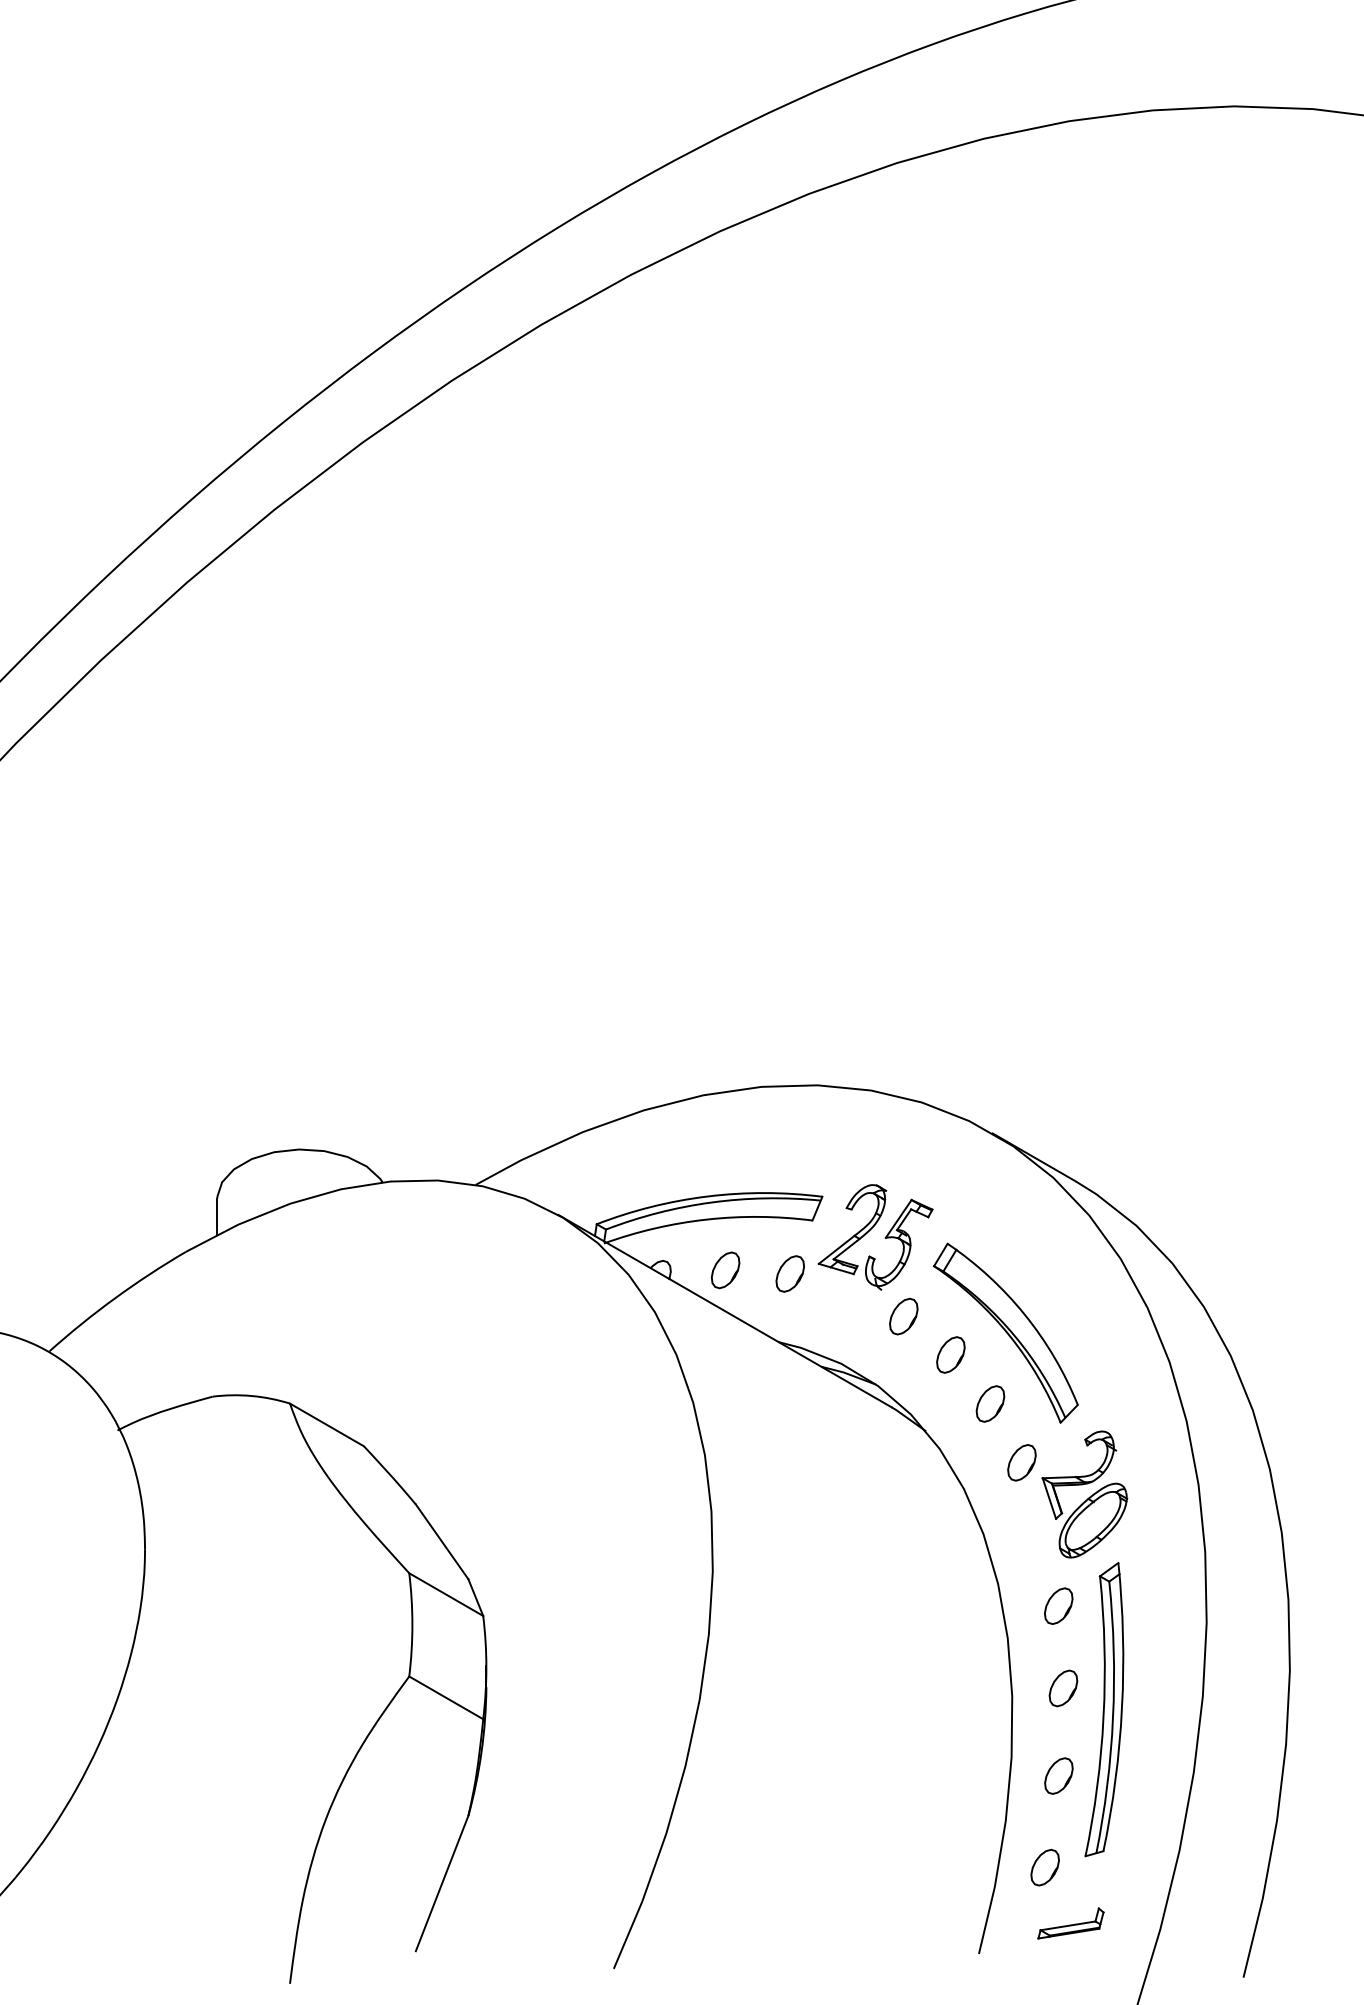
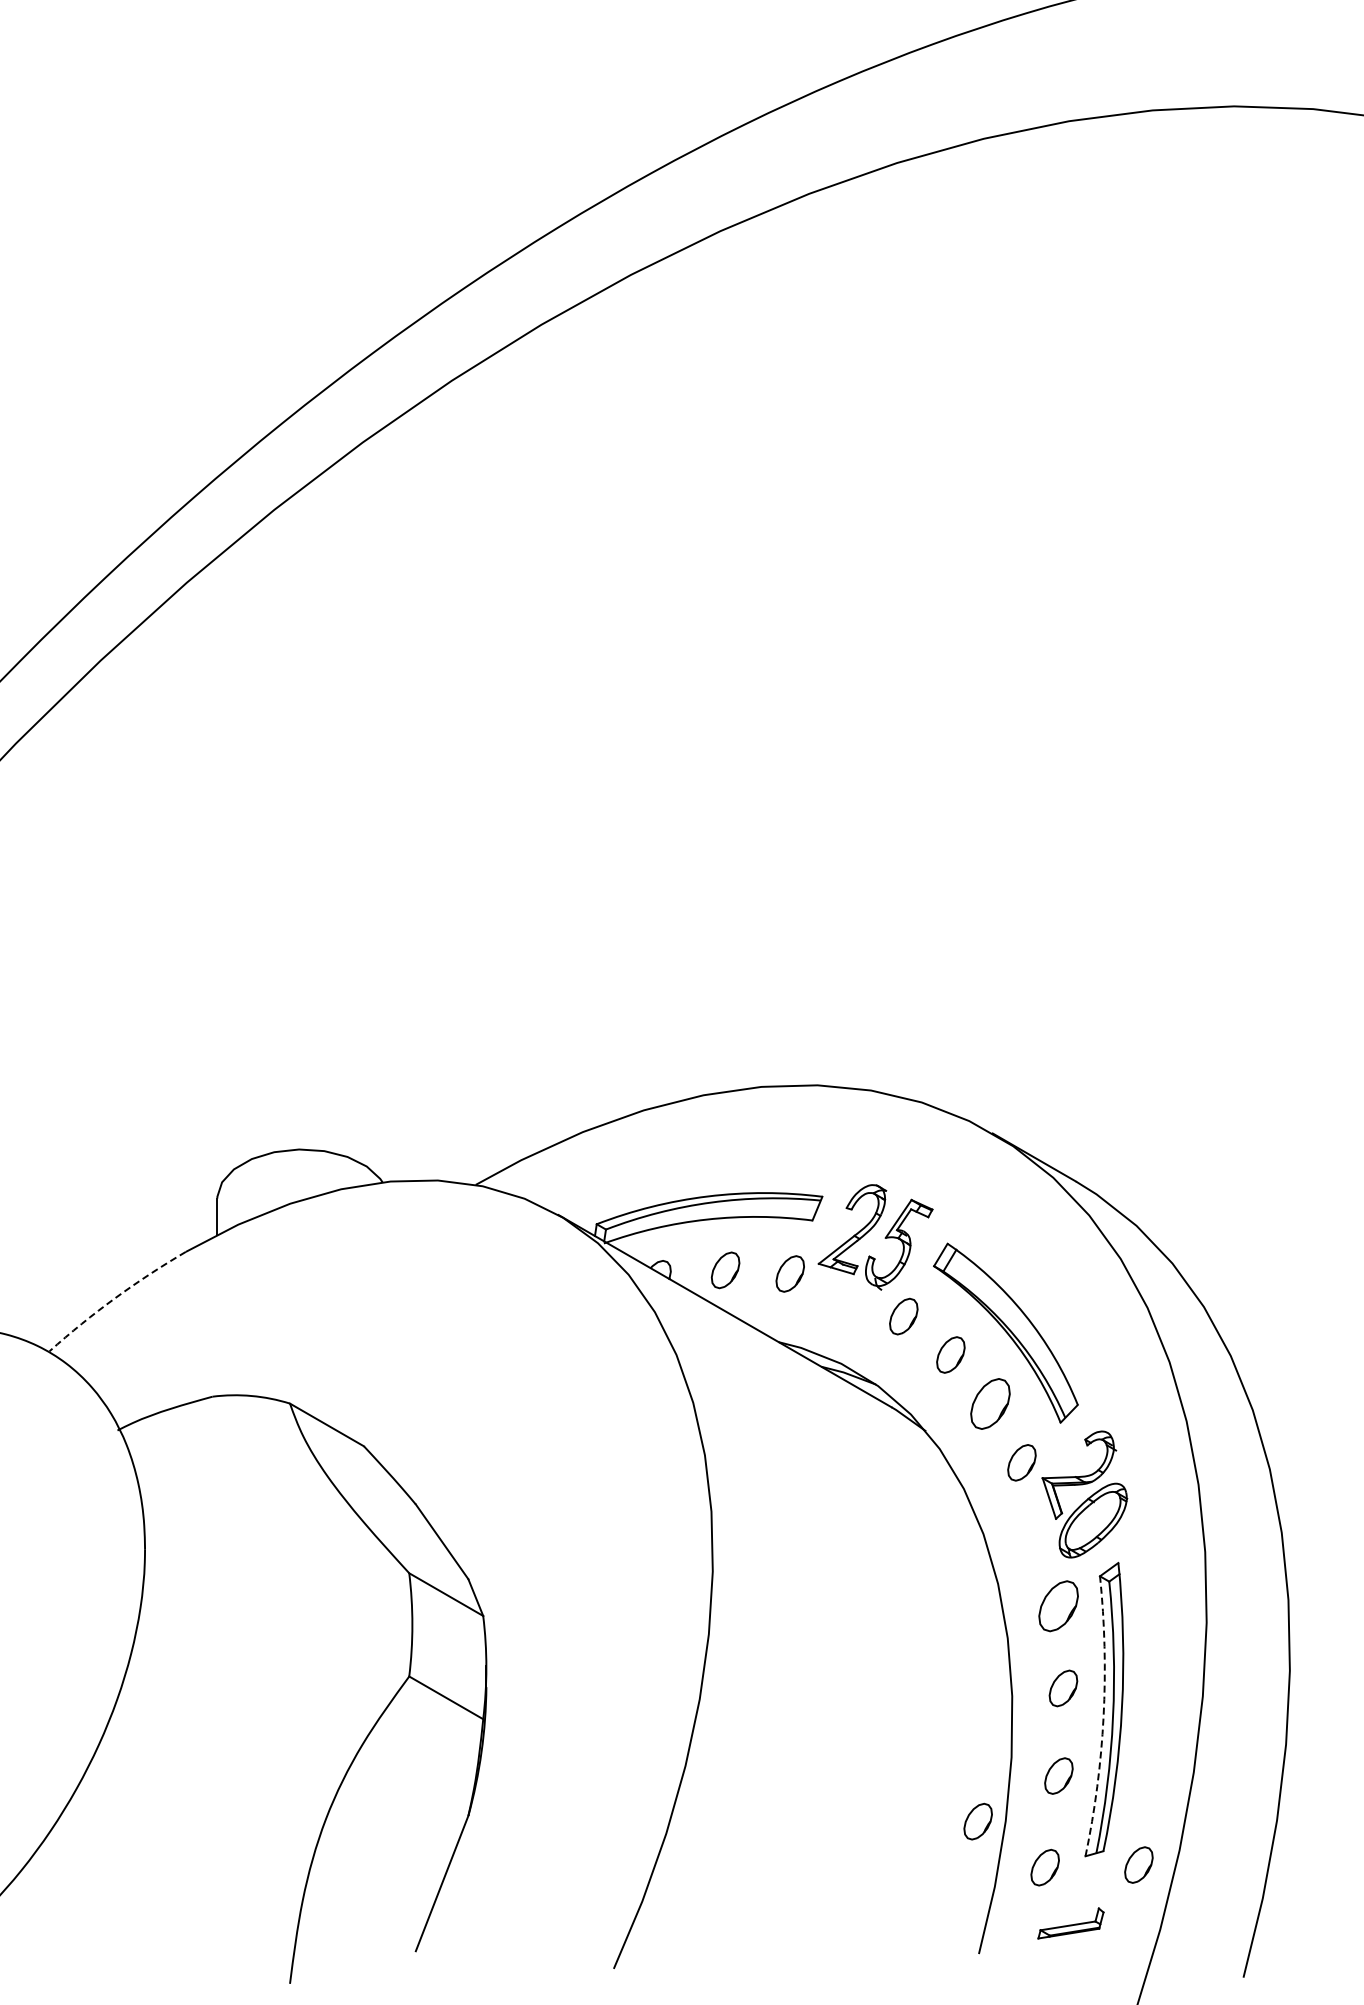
arc at (115, 1298): solid -> dashed
part at (990, 1403) size: 31x38 px -> 41x52 px
part at (1058, 1605) size: 30x38 px -> 41x53 px
arc at (1103, 1716): solid -> dashed
part at (977, 1821): none -> present
part at (1138, 1864): none -> present
